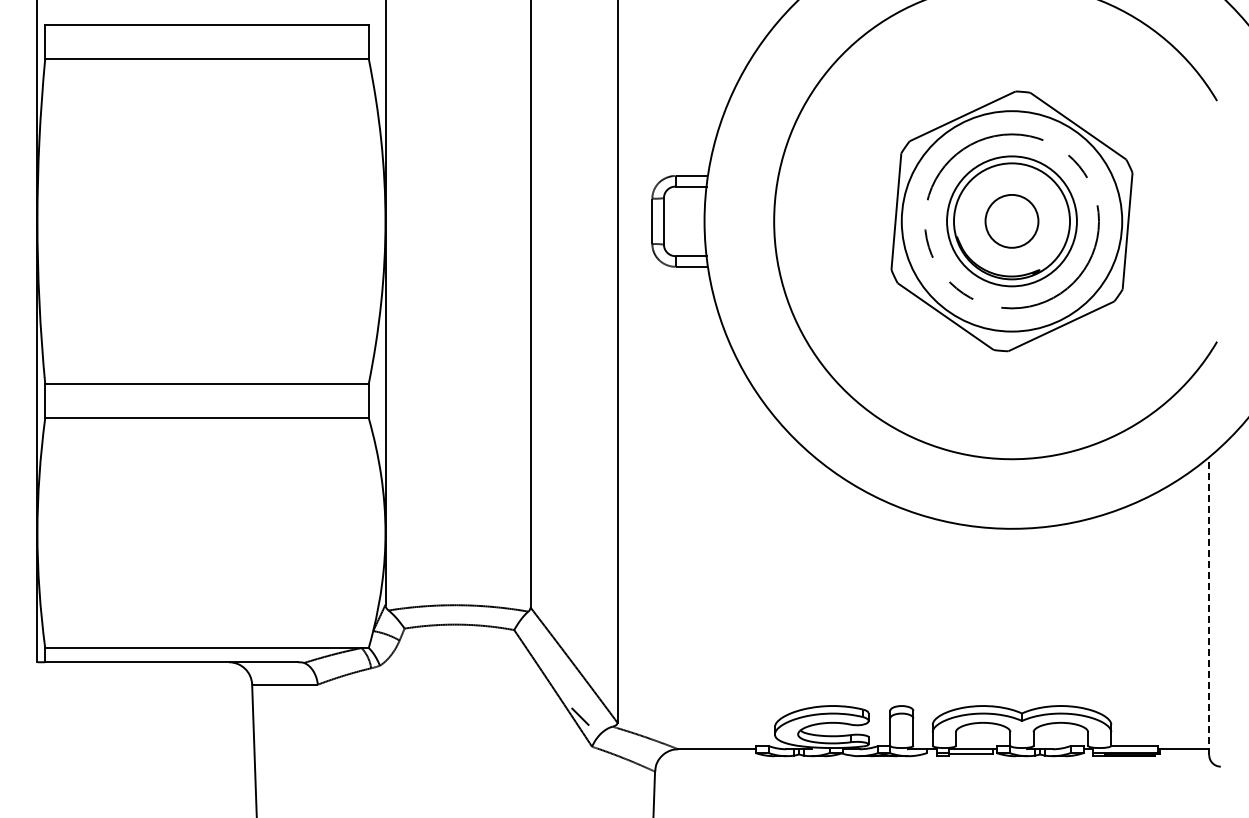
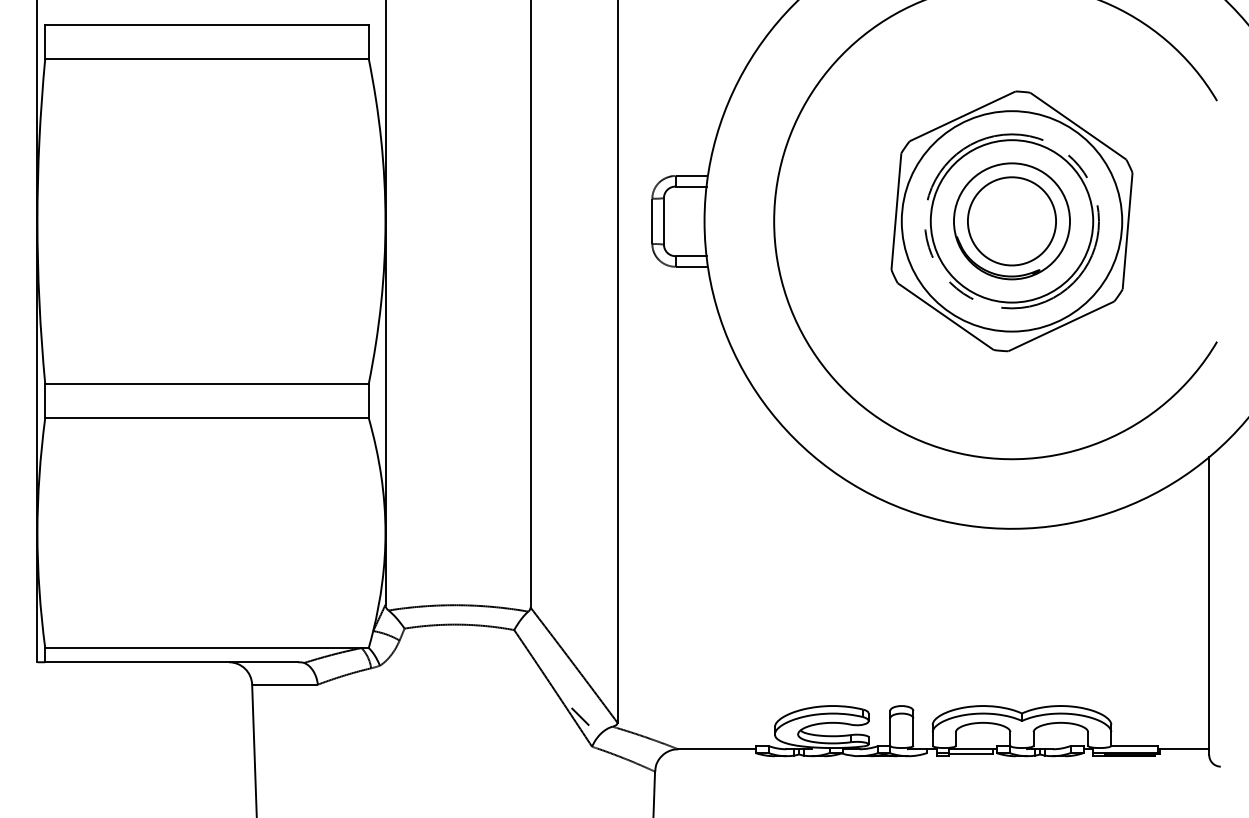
circle at (1011, 220) diameter: 53 px -> 88 px
circle at (1011, 221) diameter: 130 px -> 162 px
line at (1209, 606): dashed -> solid
